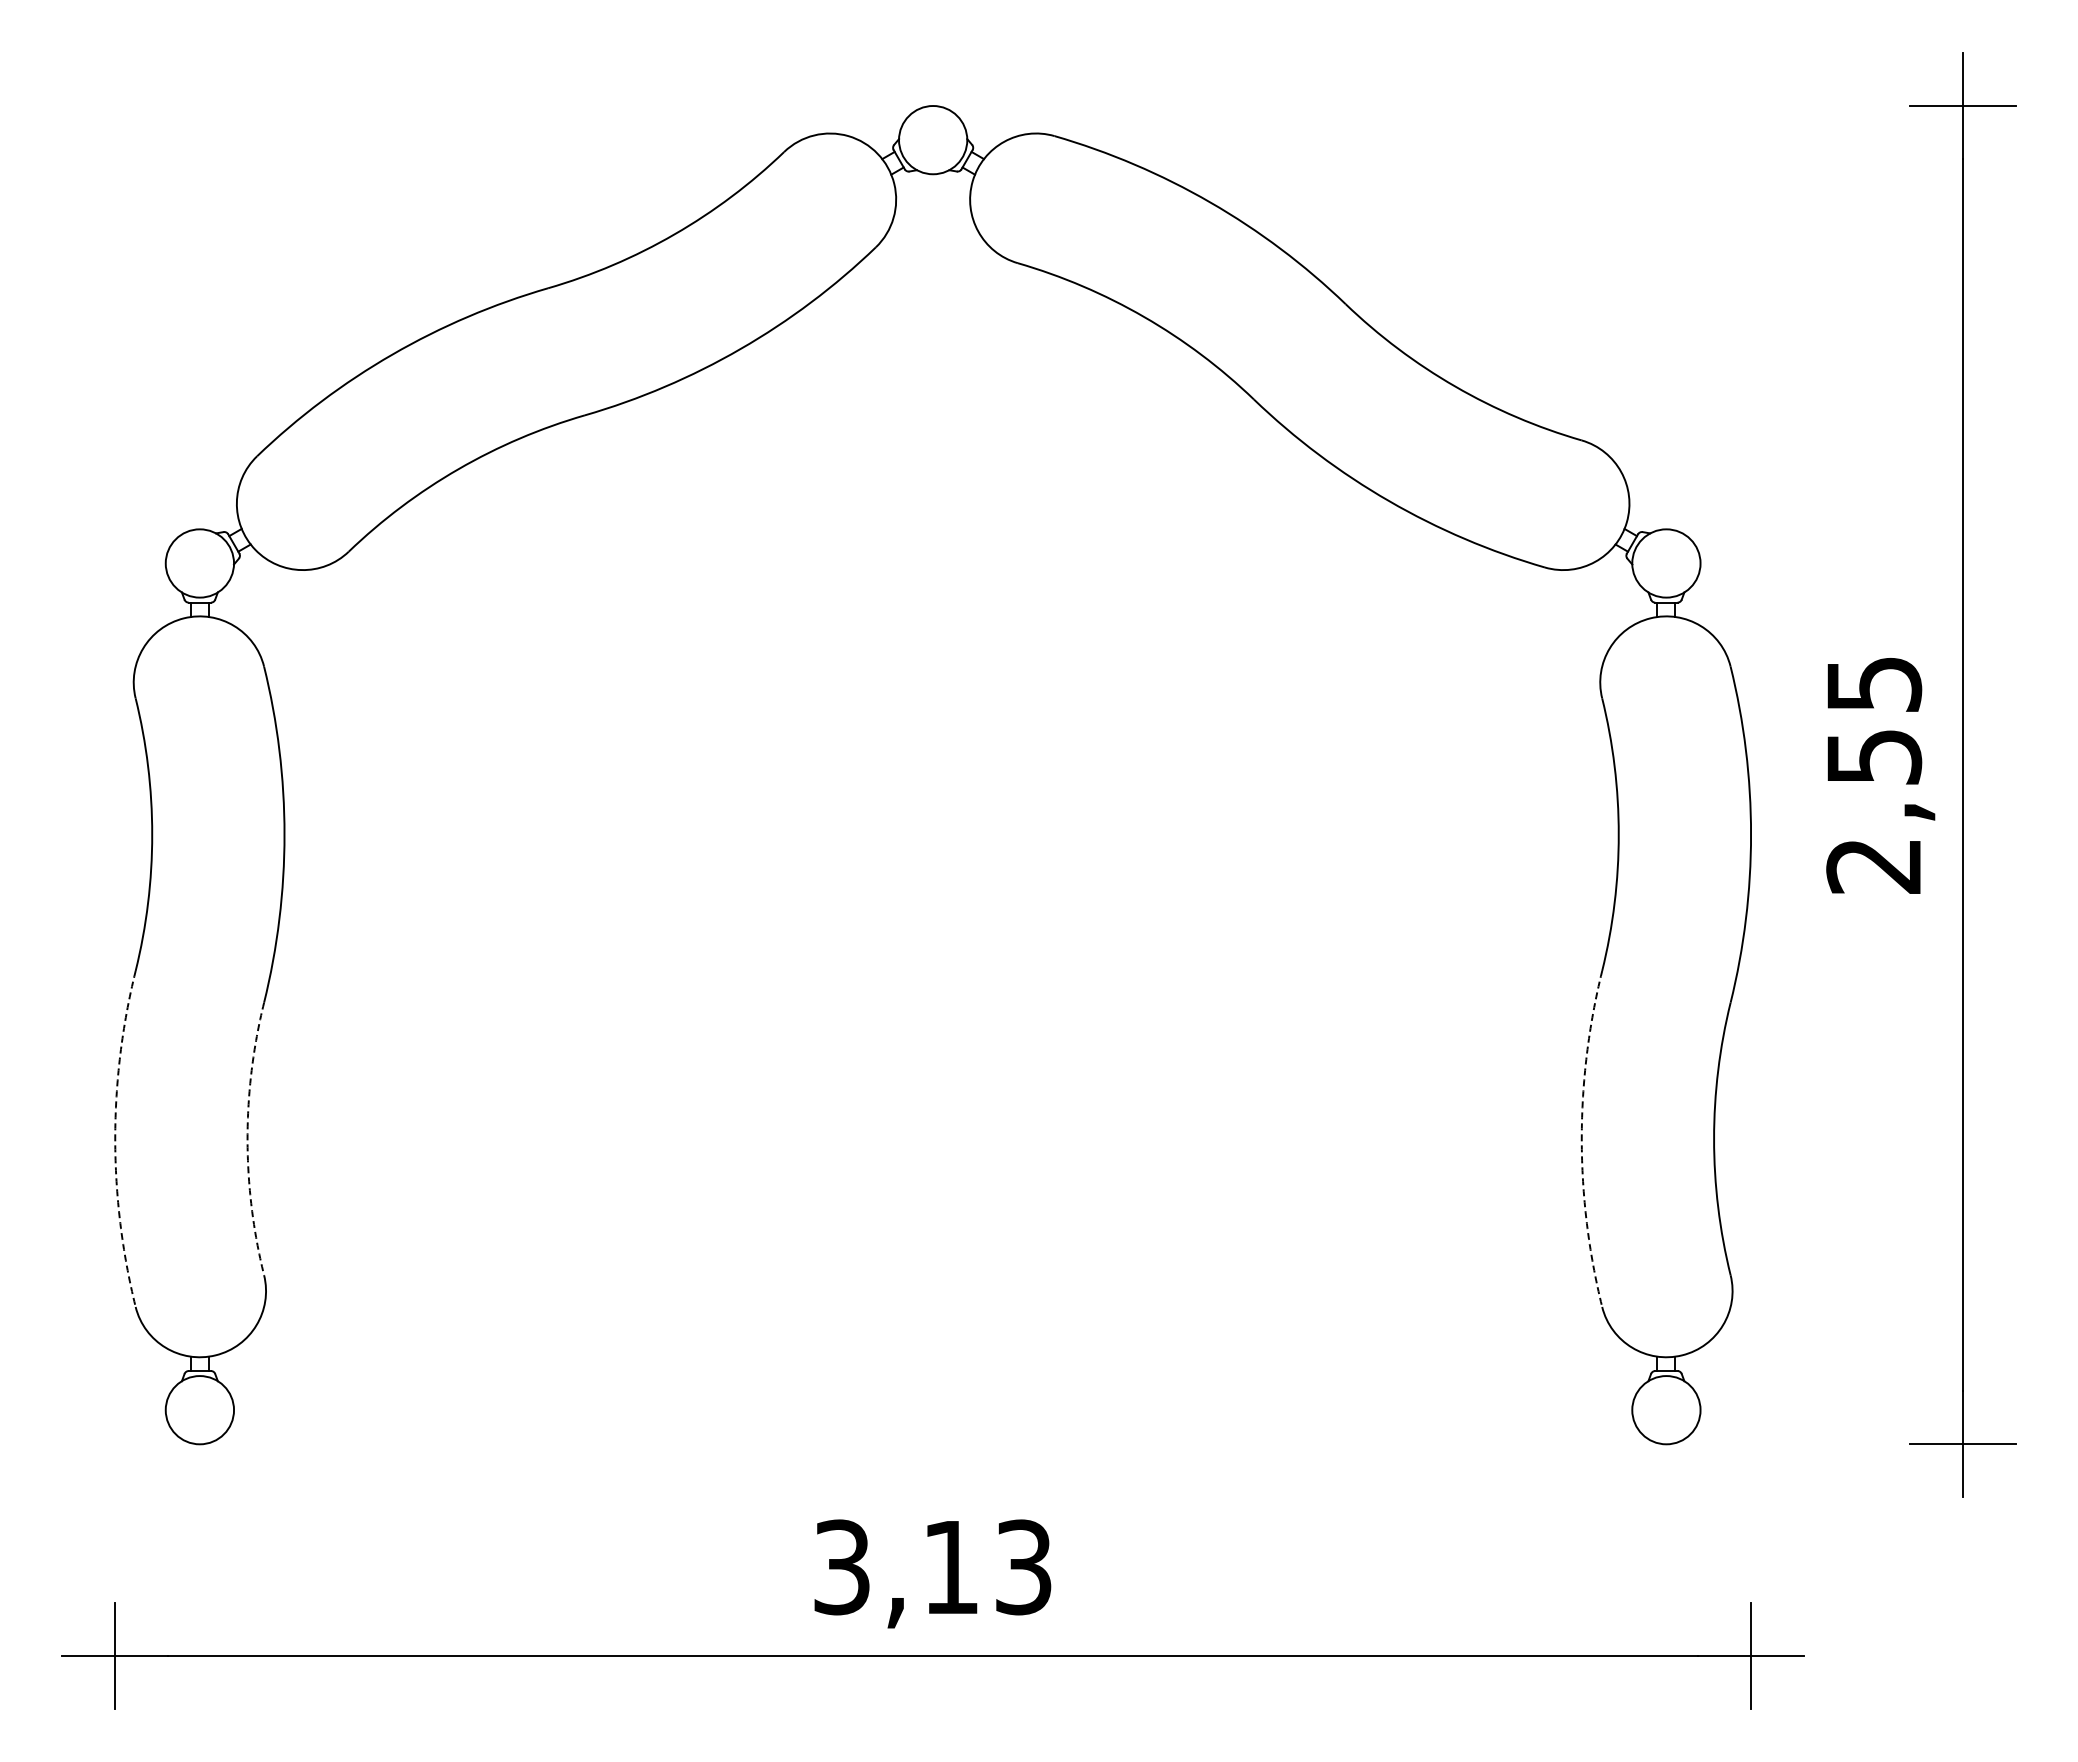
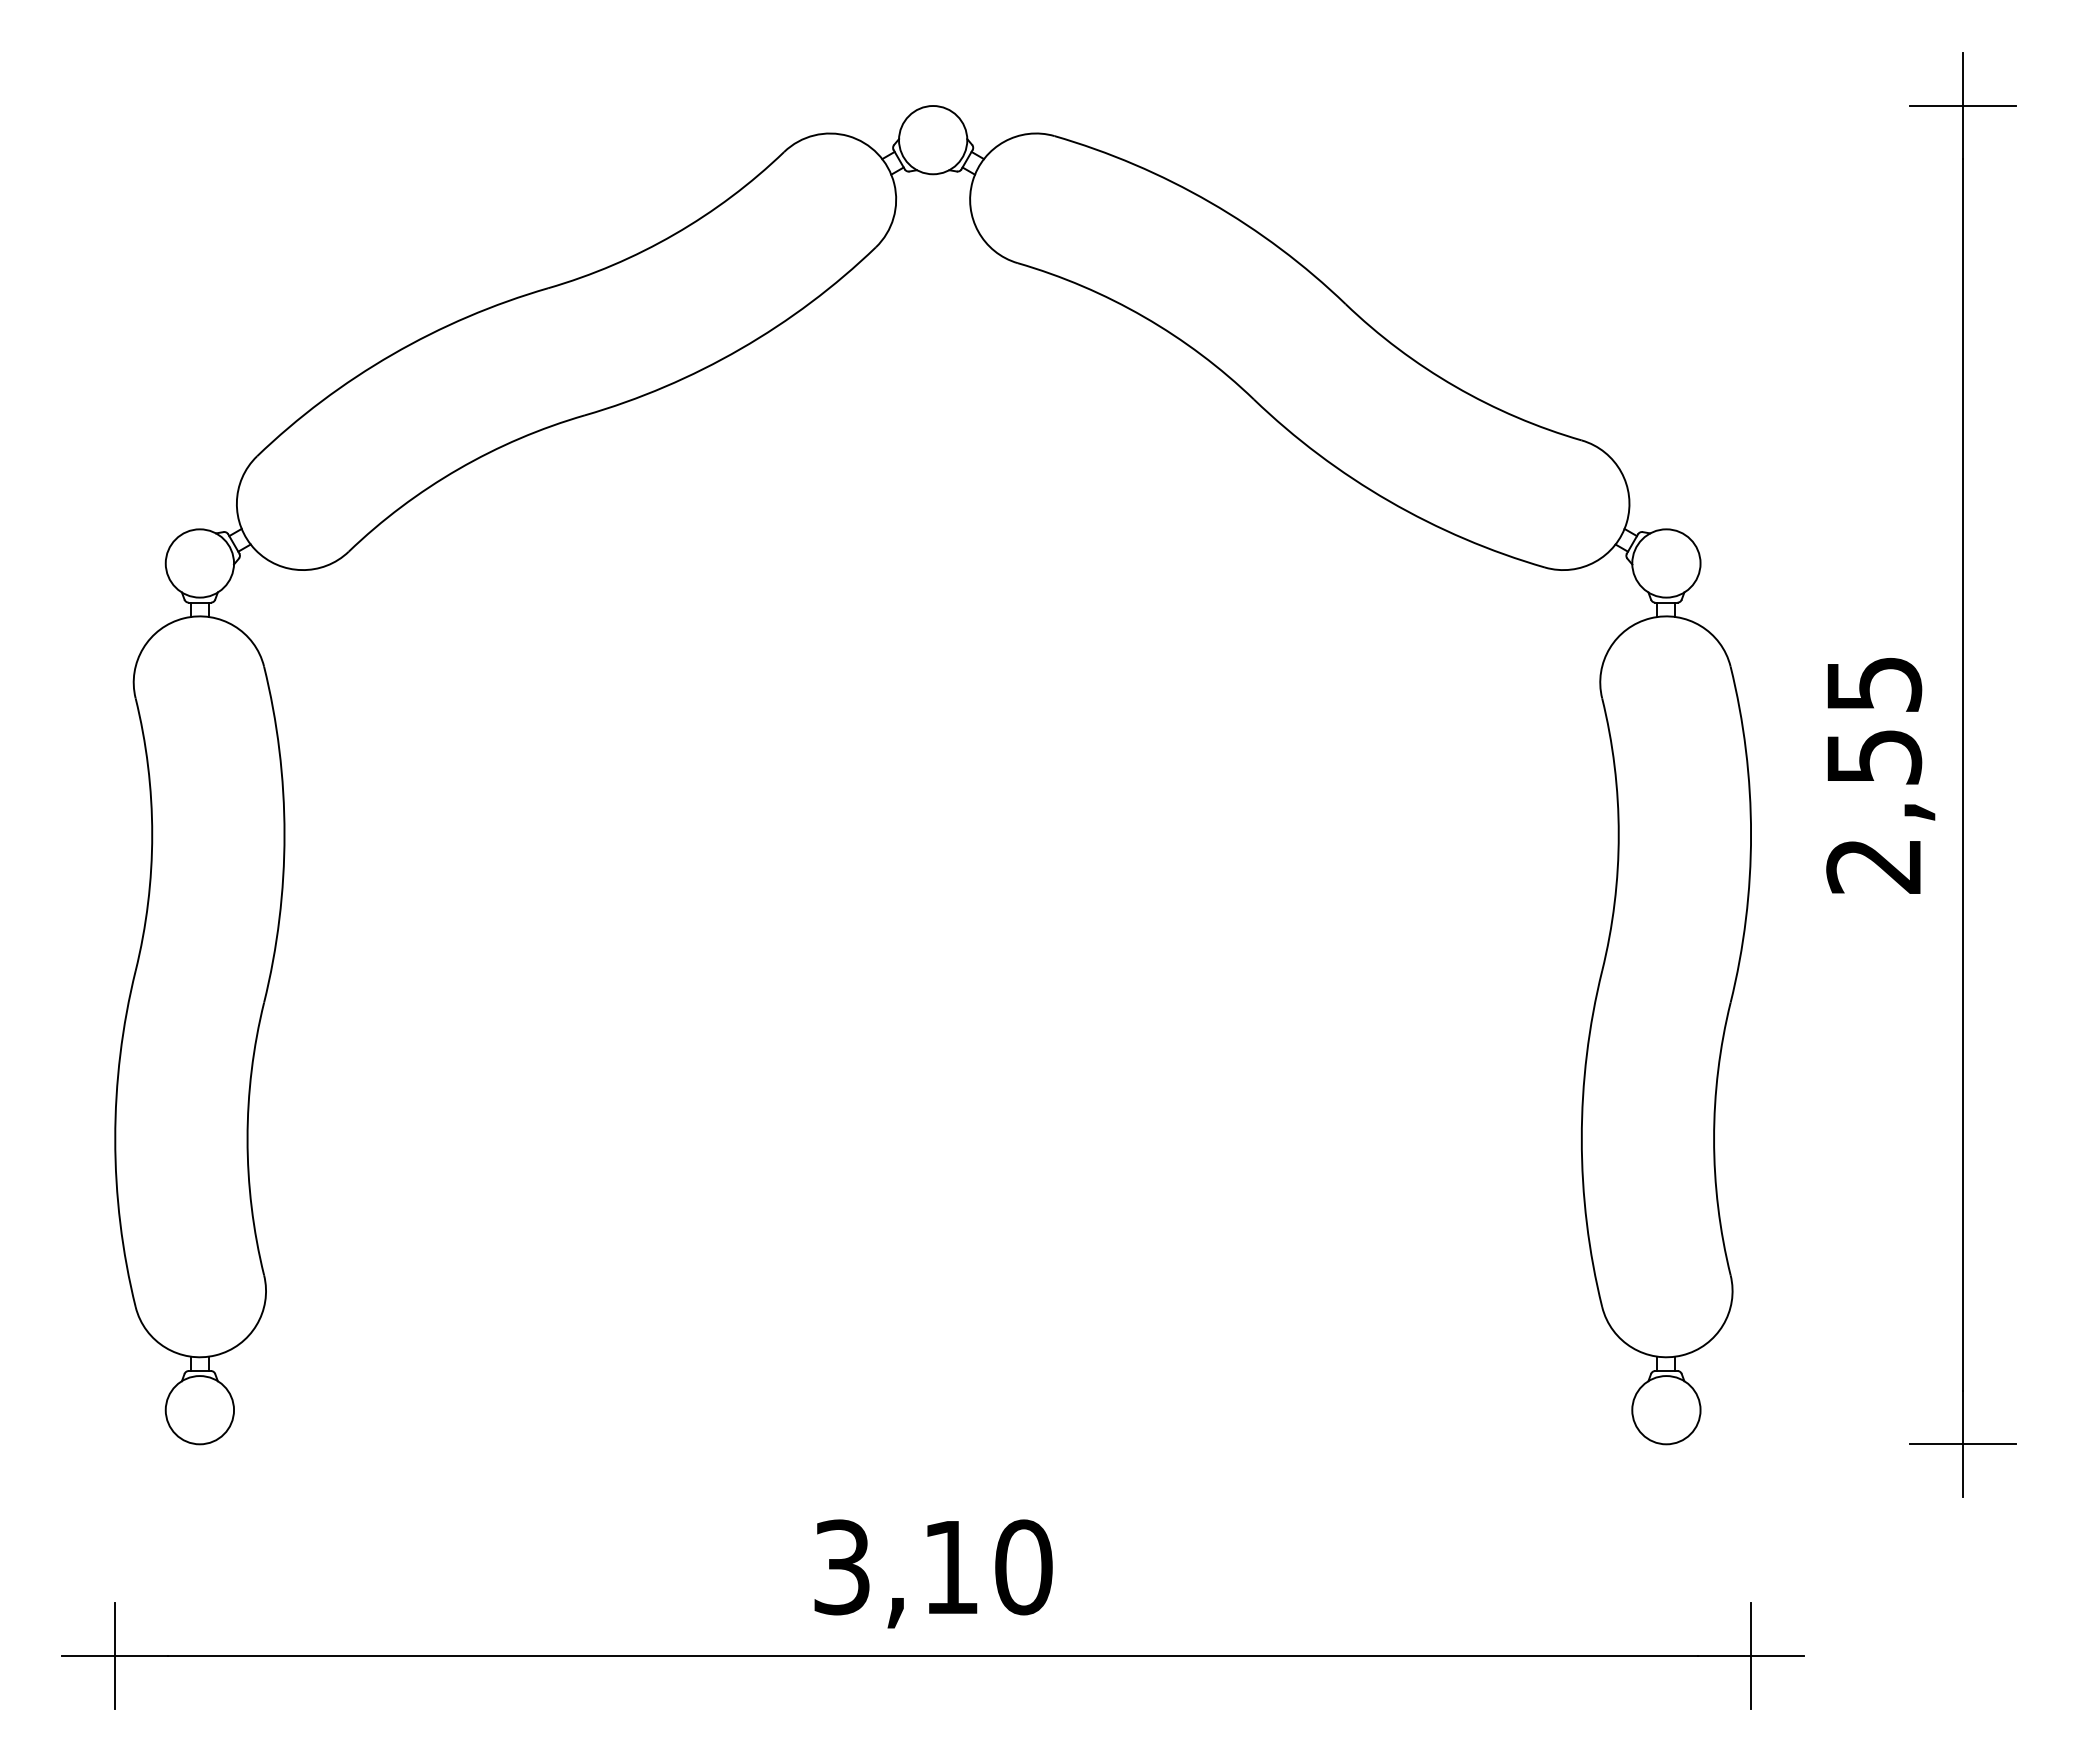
arc at (115, 1138): dashed -> solid
arc at (247, 1138): dashed -> solid
arc at (1581, 1138): dashed -> solid
text at (1023, 1567): 3,13 -> 3,10
